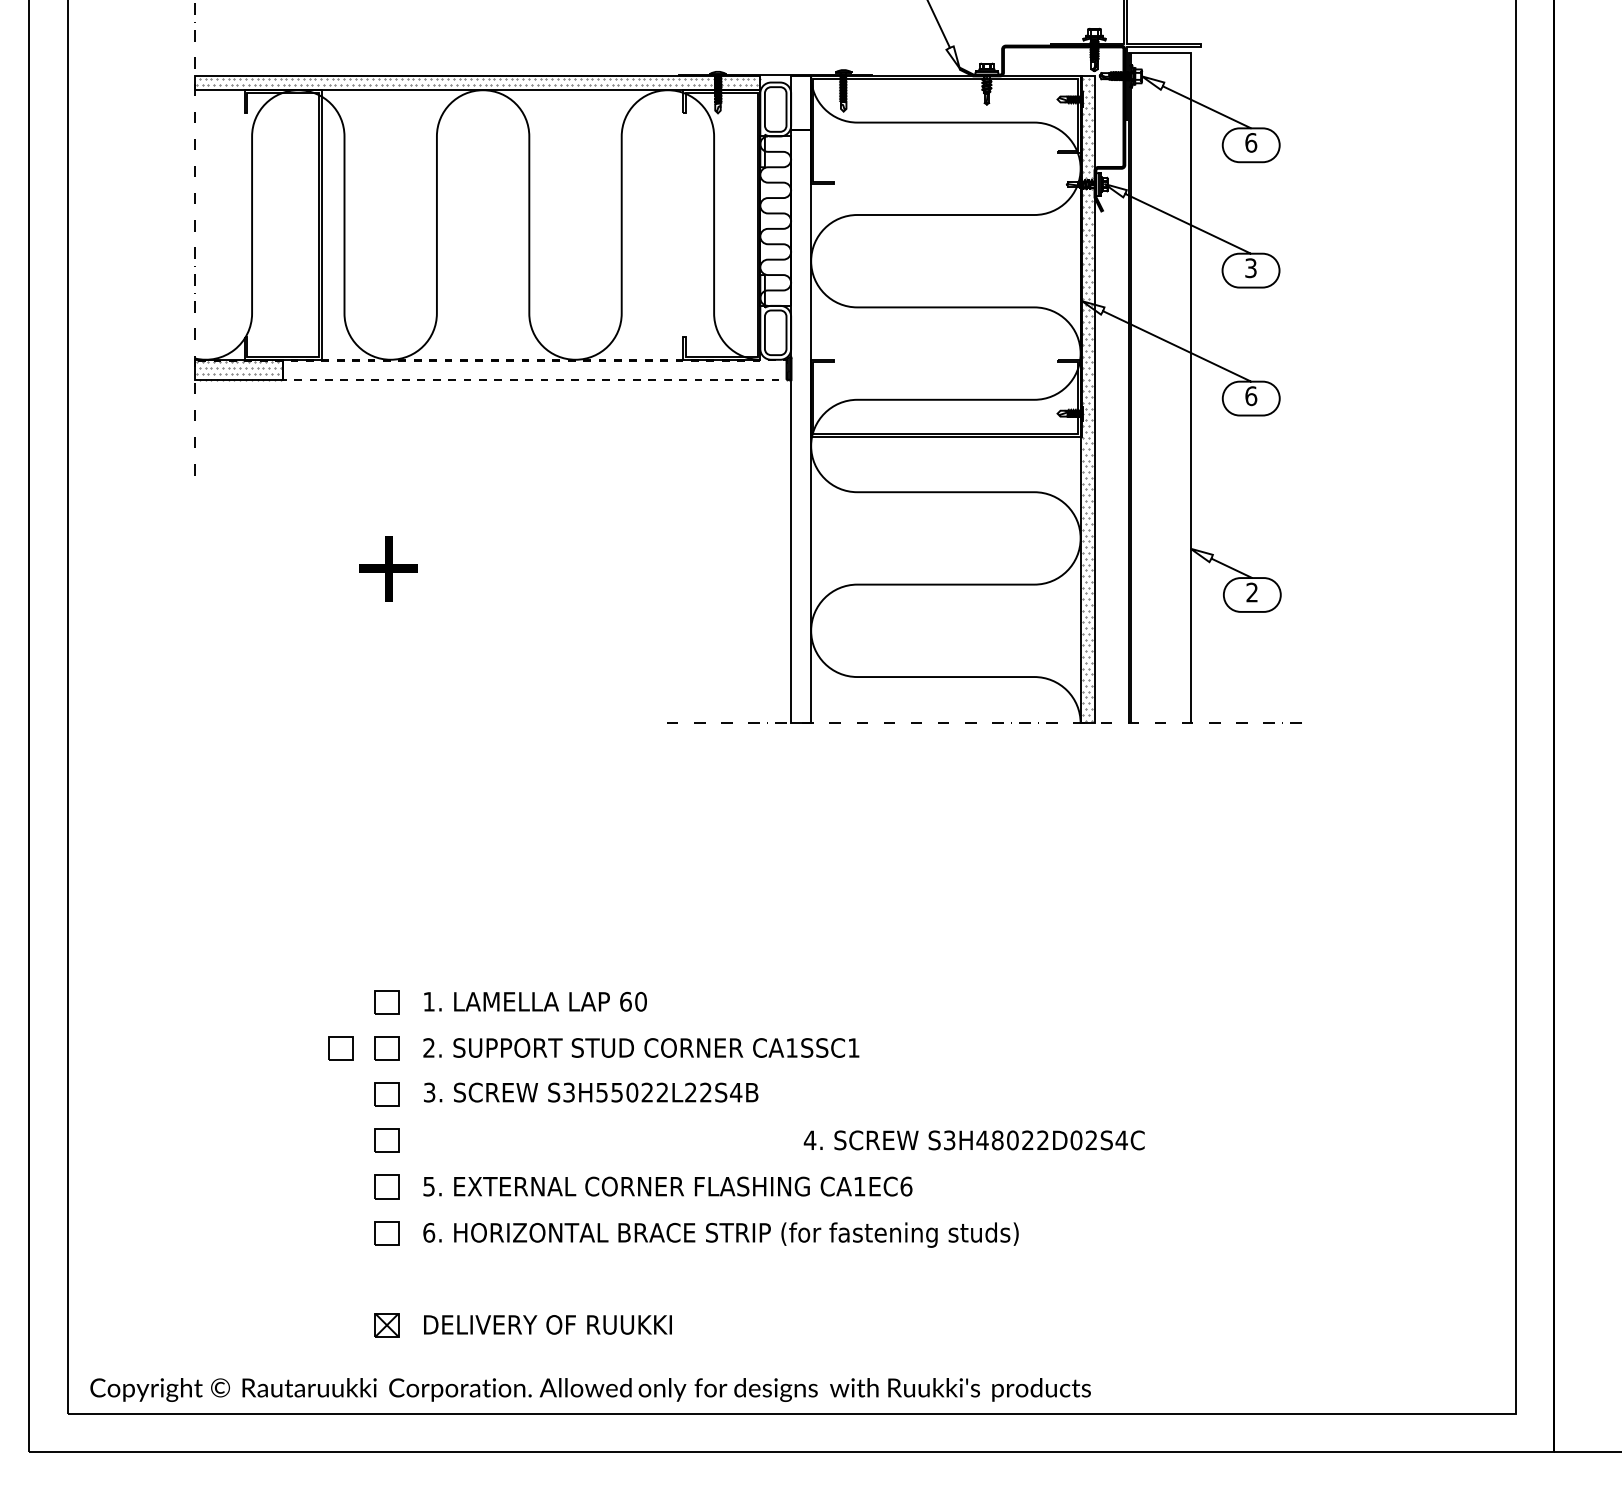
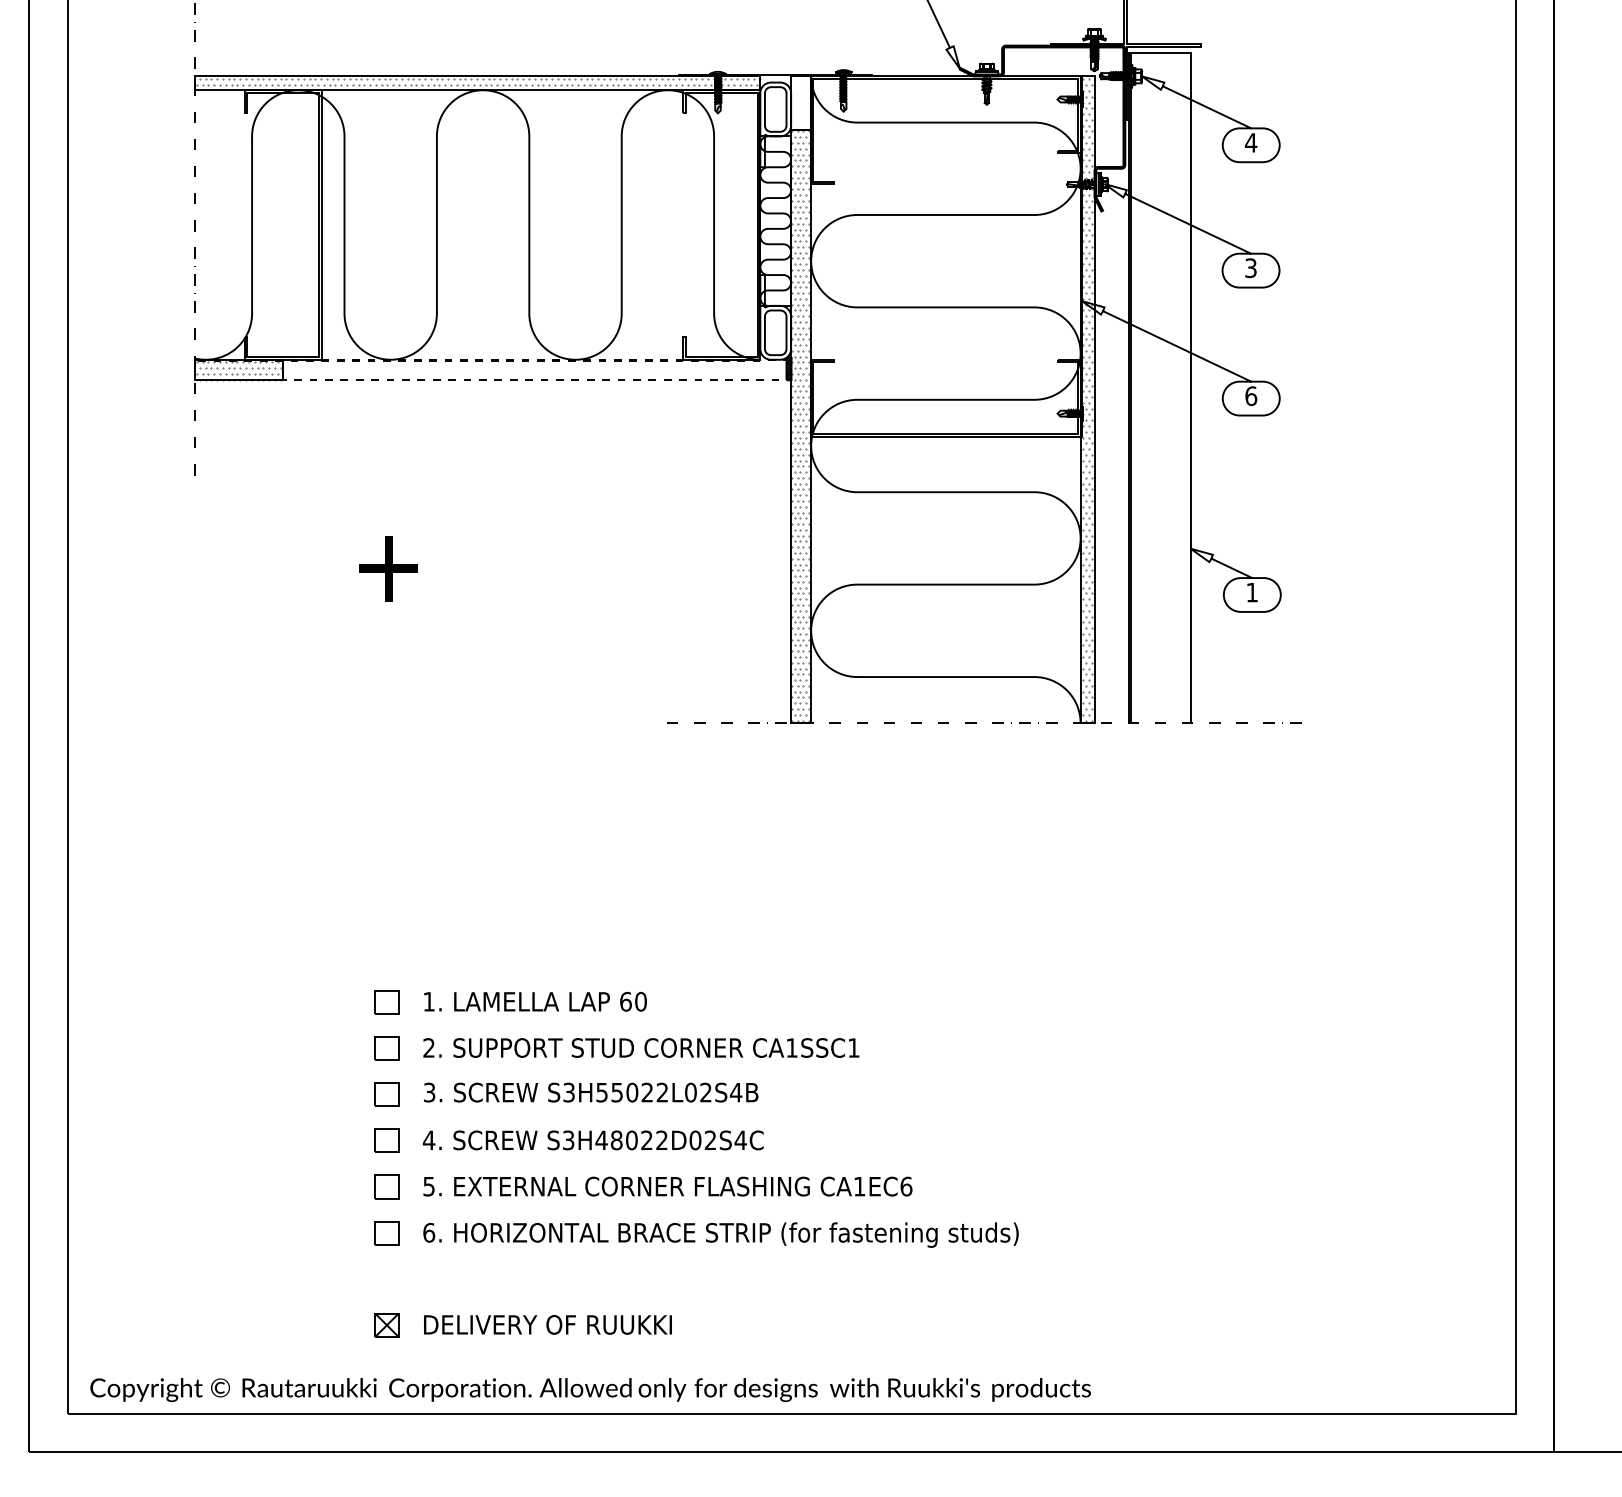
text at (1250, 142): 6 -> 4
hatch at (800, 425): none -> present
text at (1251, 592): 2 -> 1
part at (340, 1048): present -> none
text at (690, 1092): S3H55022L22S4B -> S3H55022L02S4B
text at (973, 1140) position: (973, 1140) -> (592, 1140)
